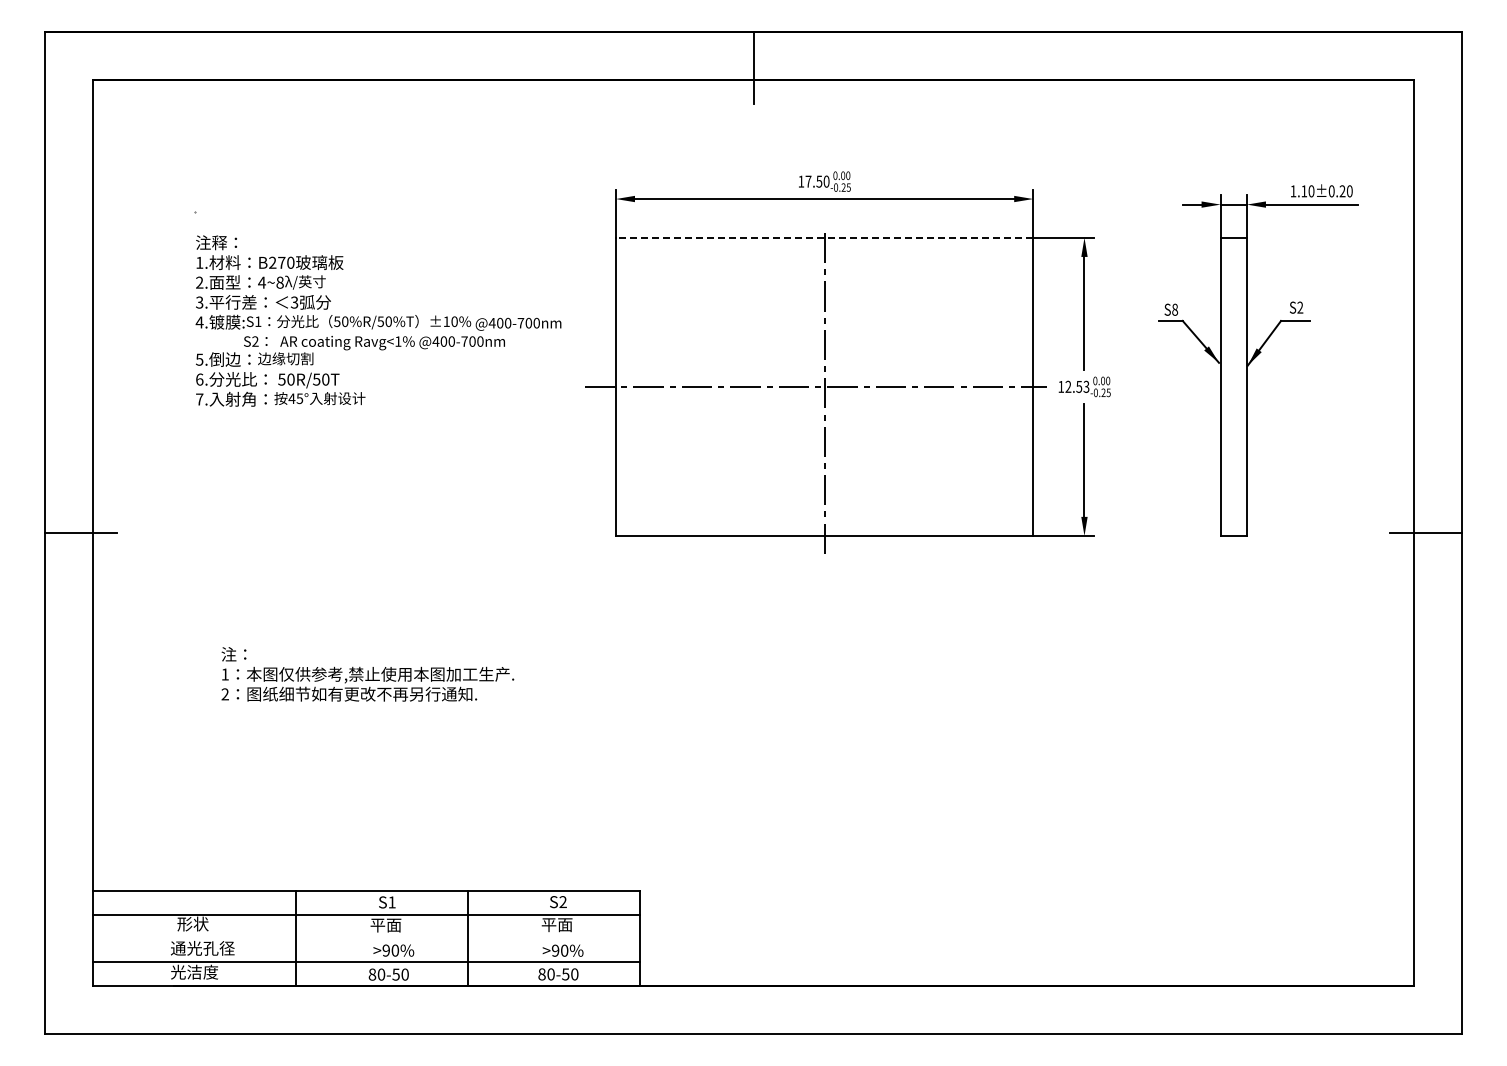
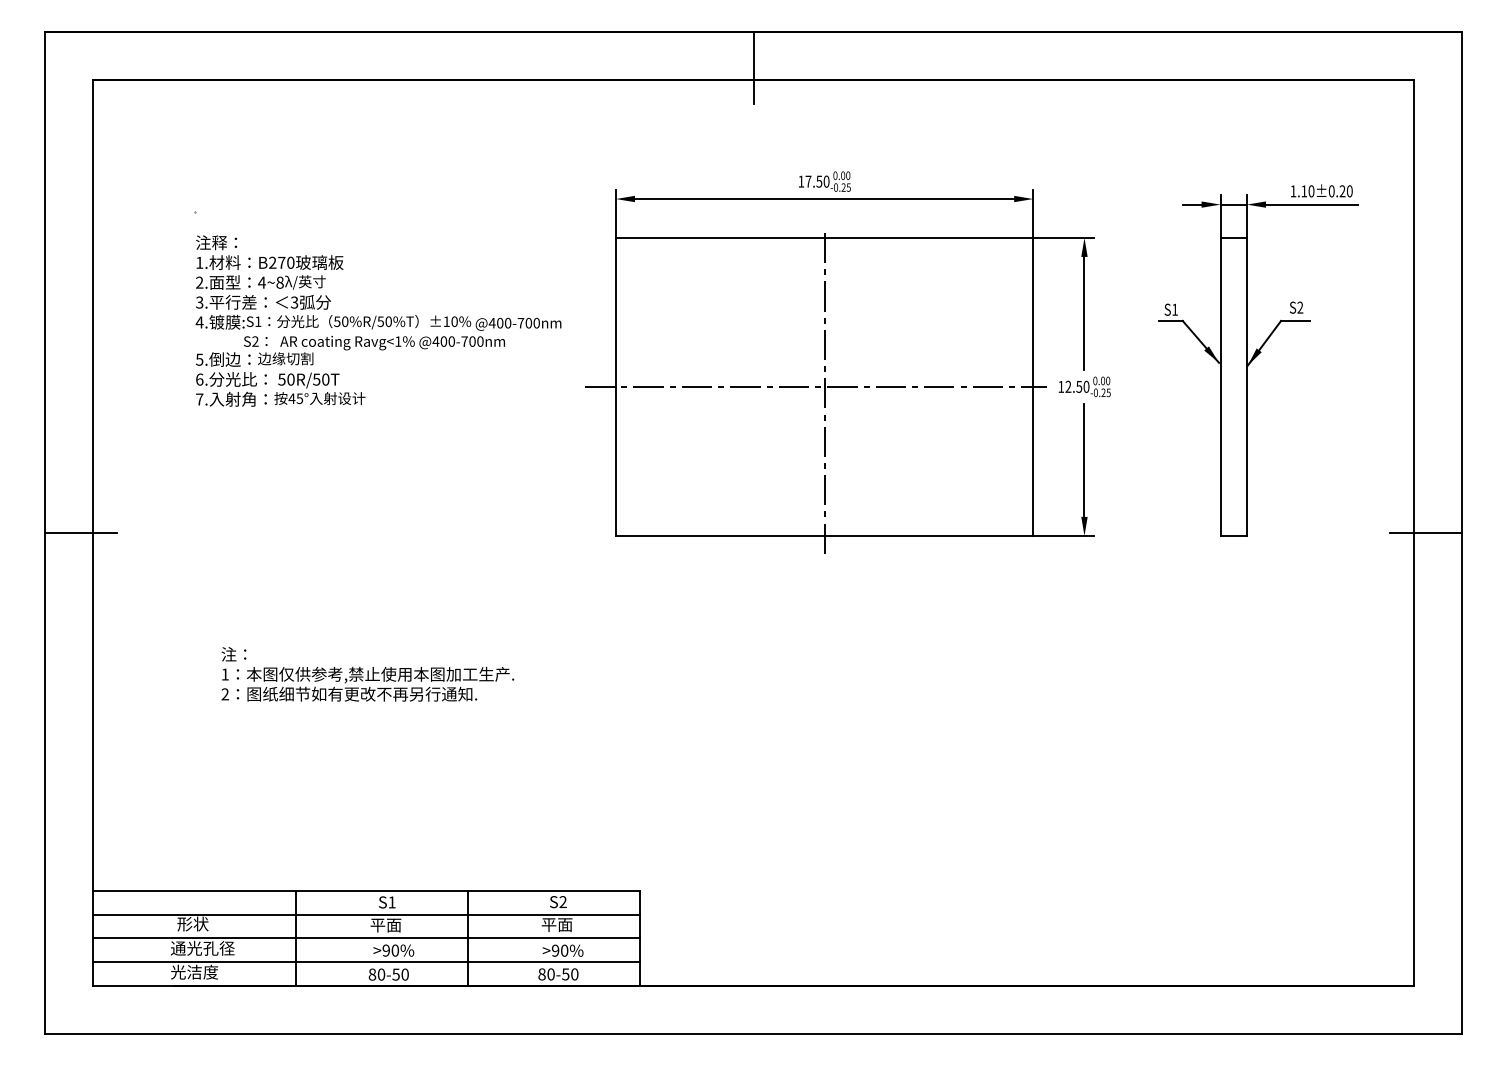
line at (824, 237): dashed -> solid
text at (1175, 309): S8 -> S1
text at (1086, 386): 12.53 -> 12.50
line at (365, 938): none -> present
